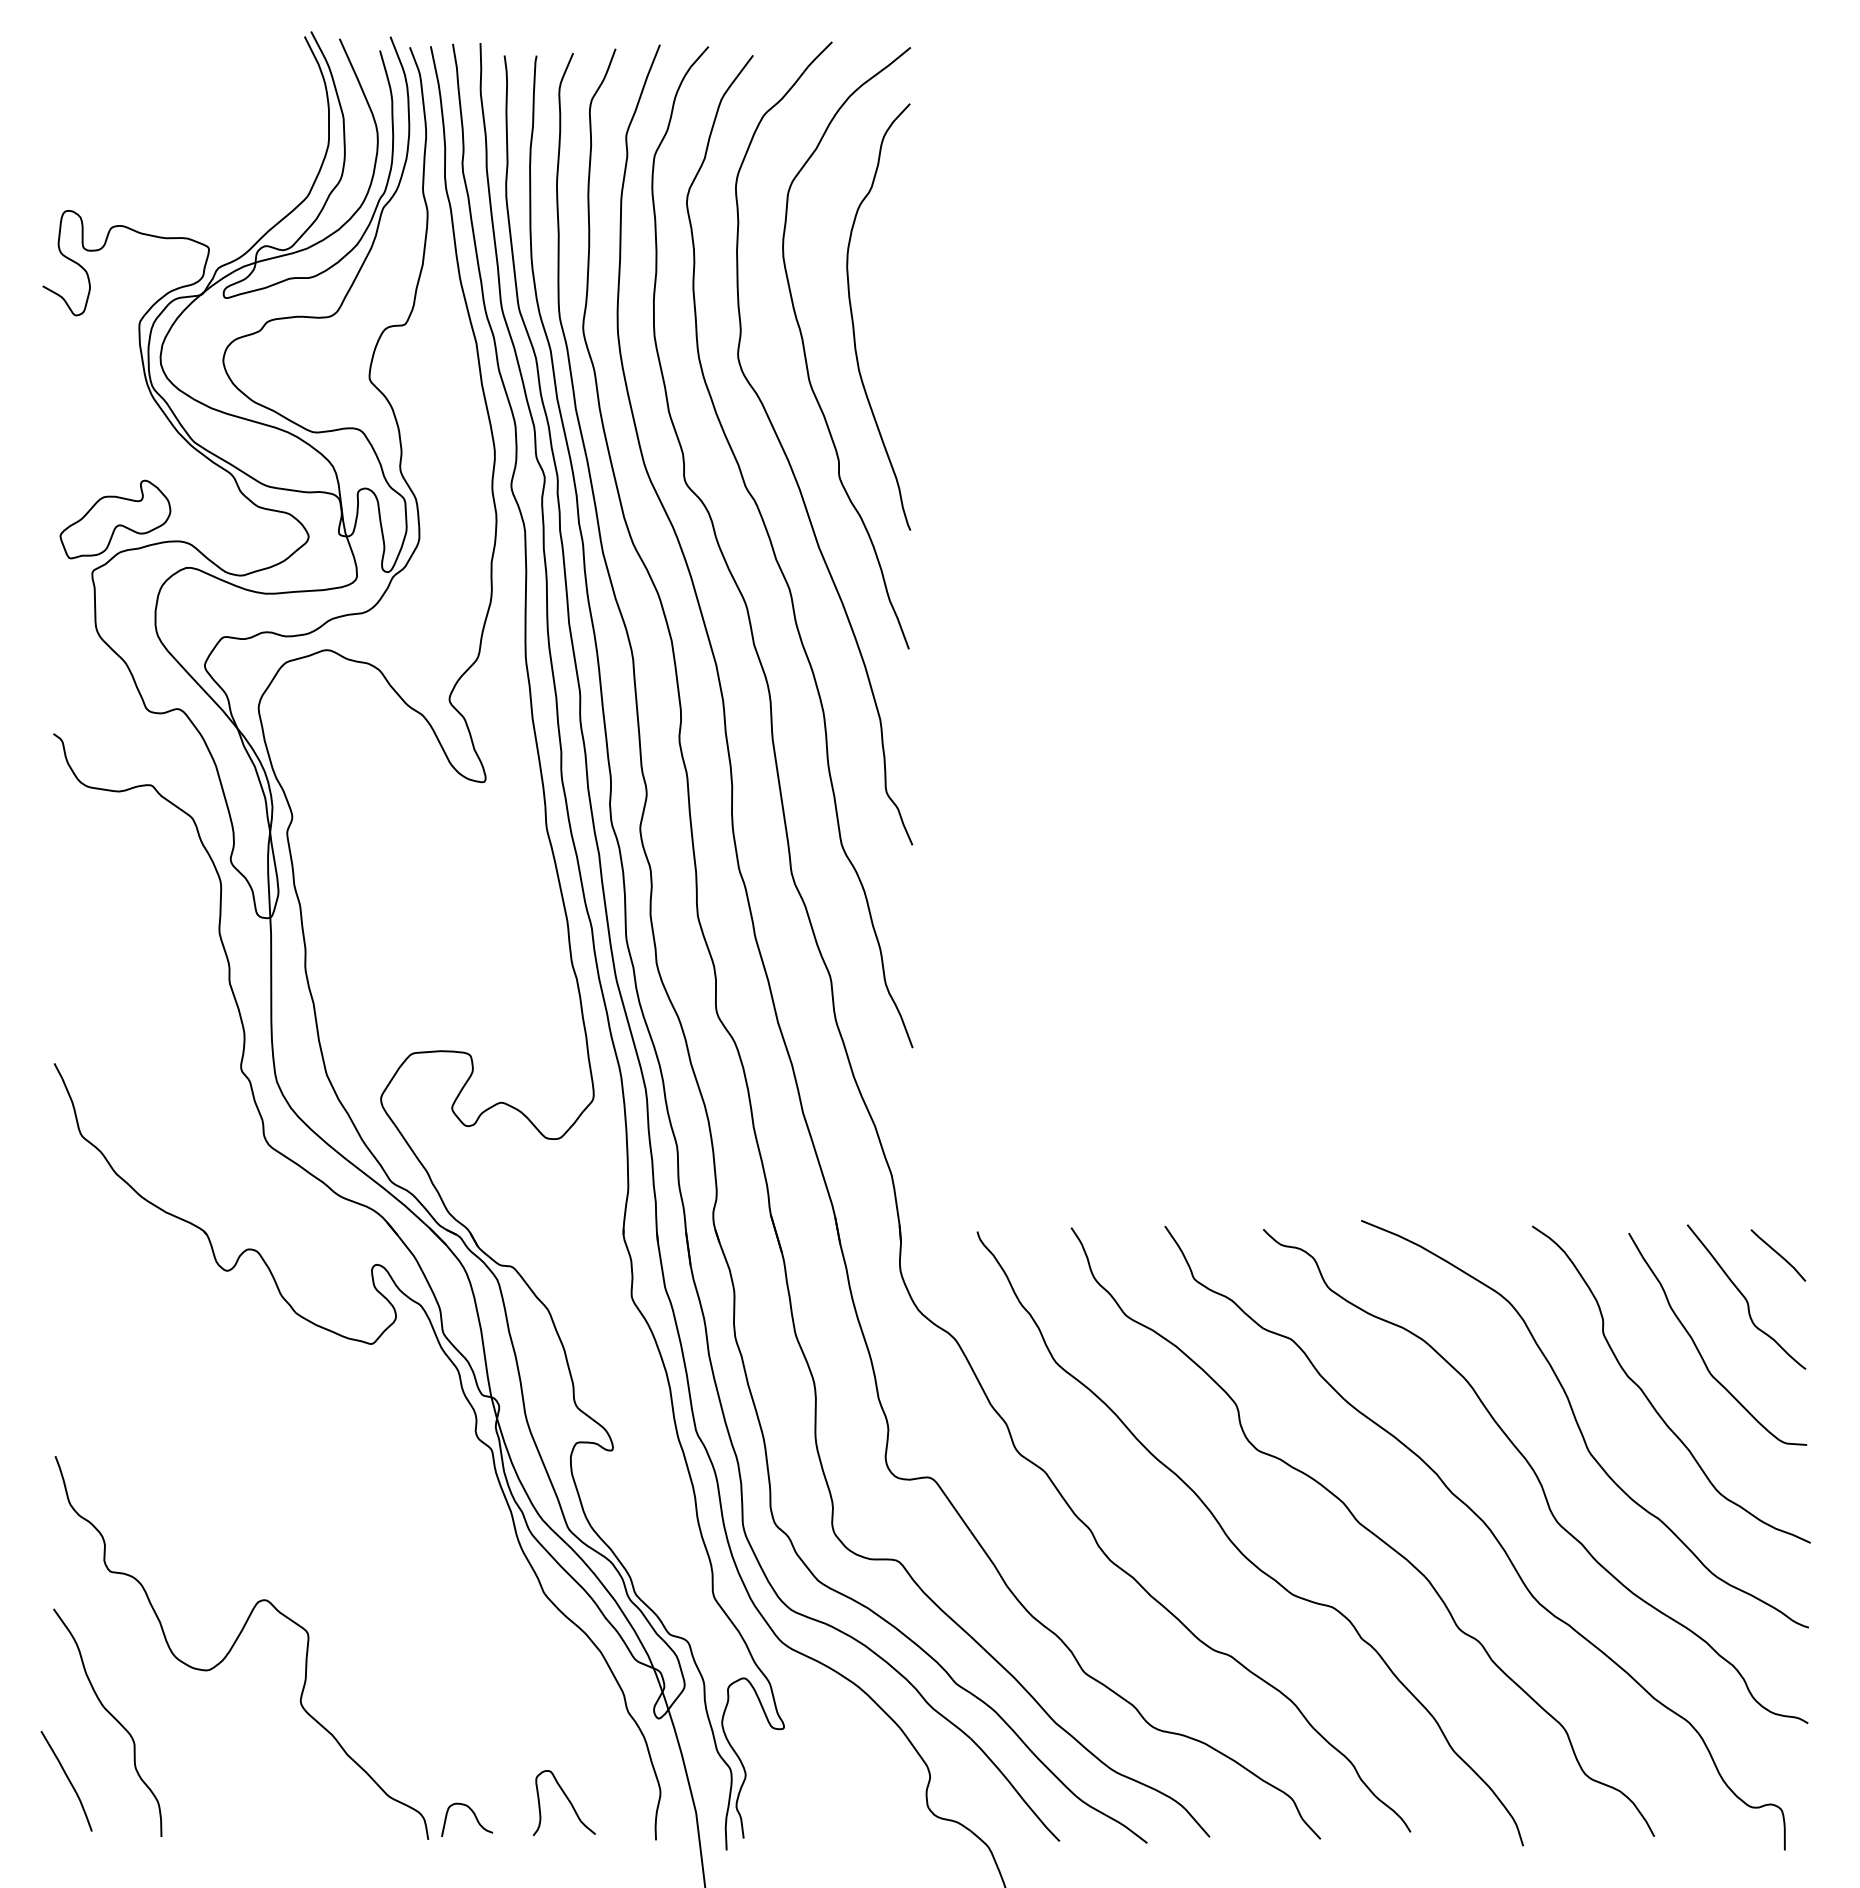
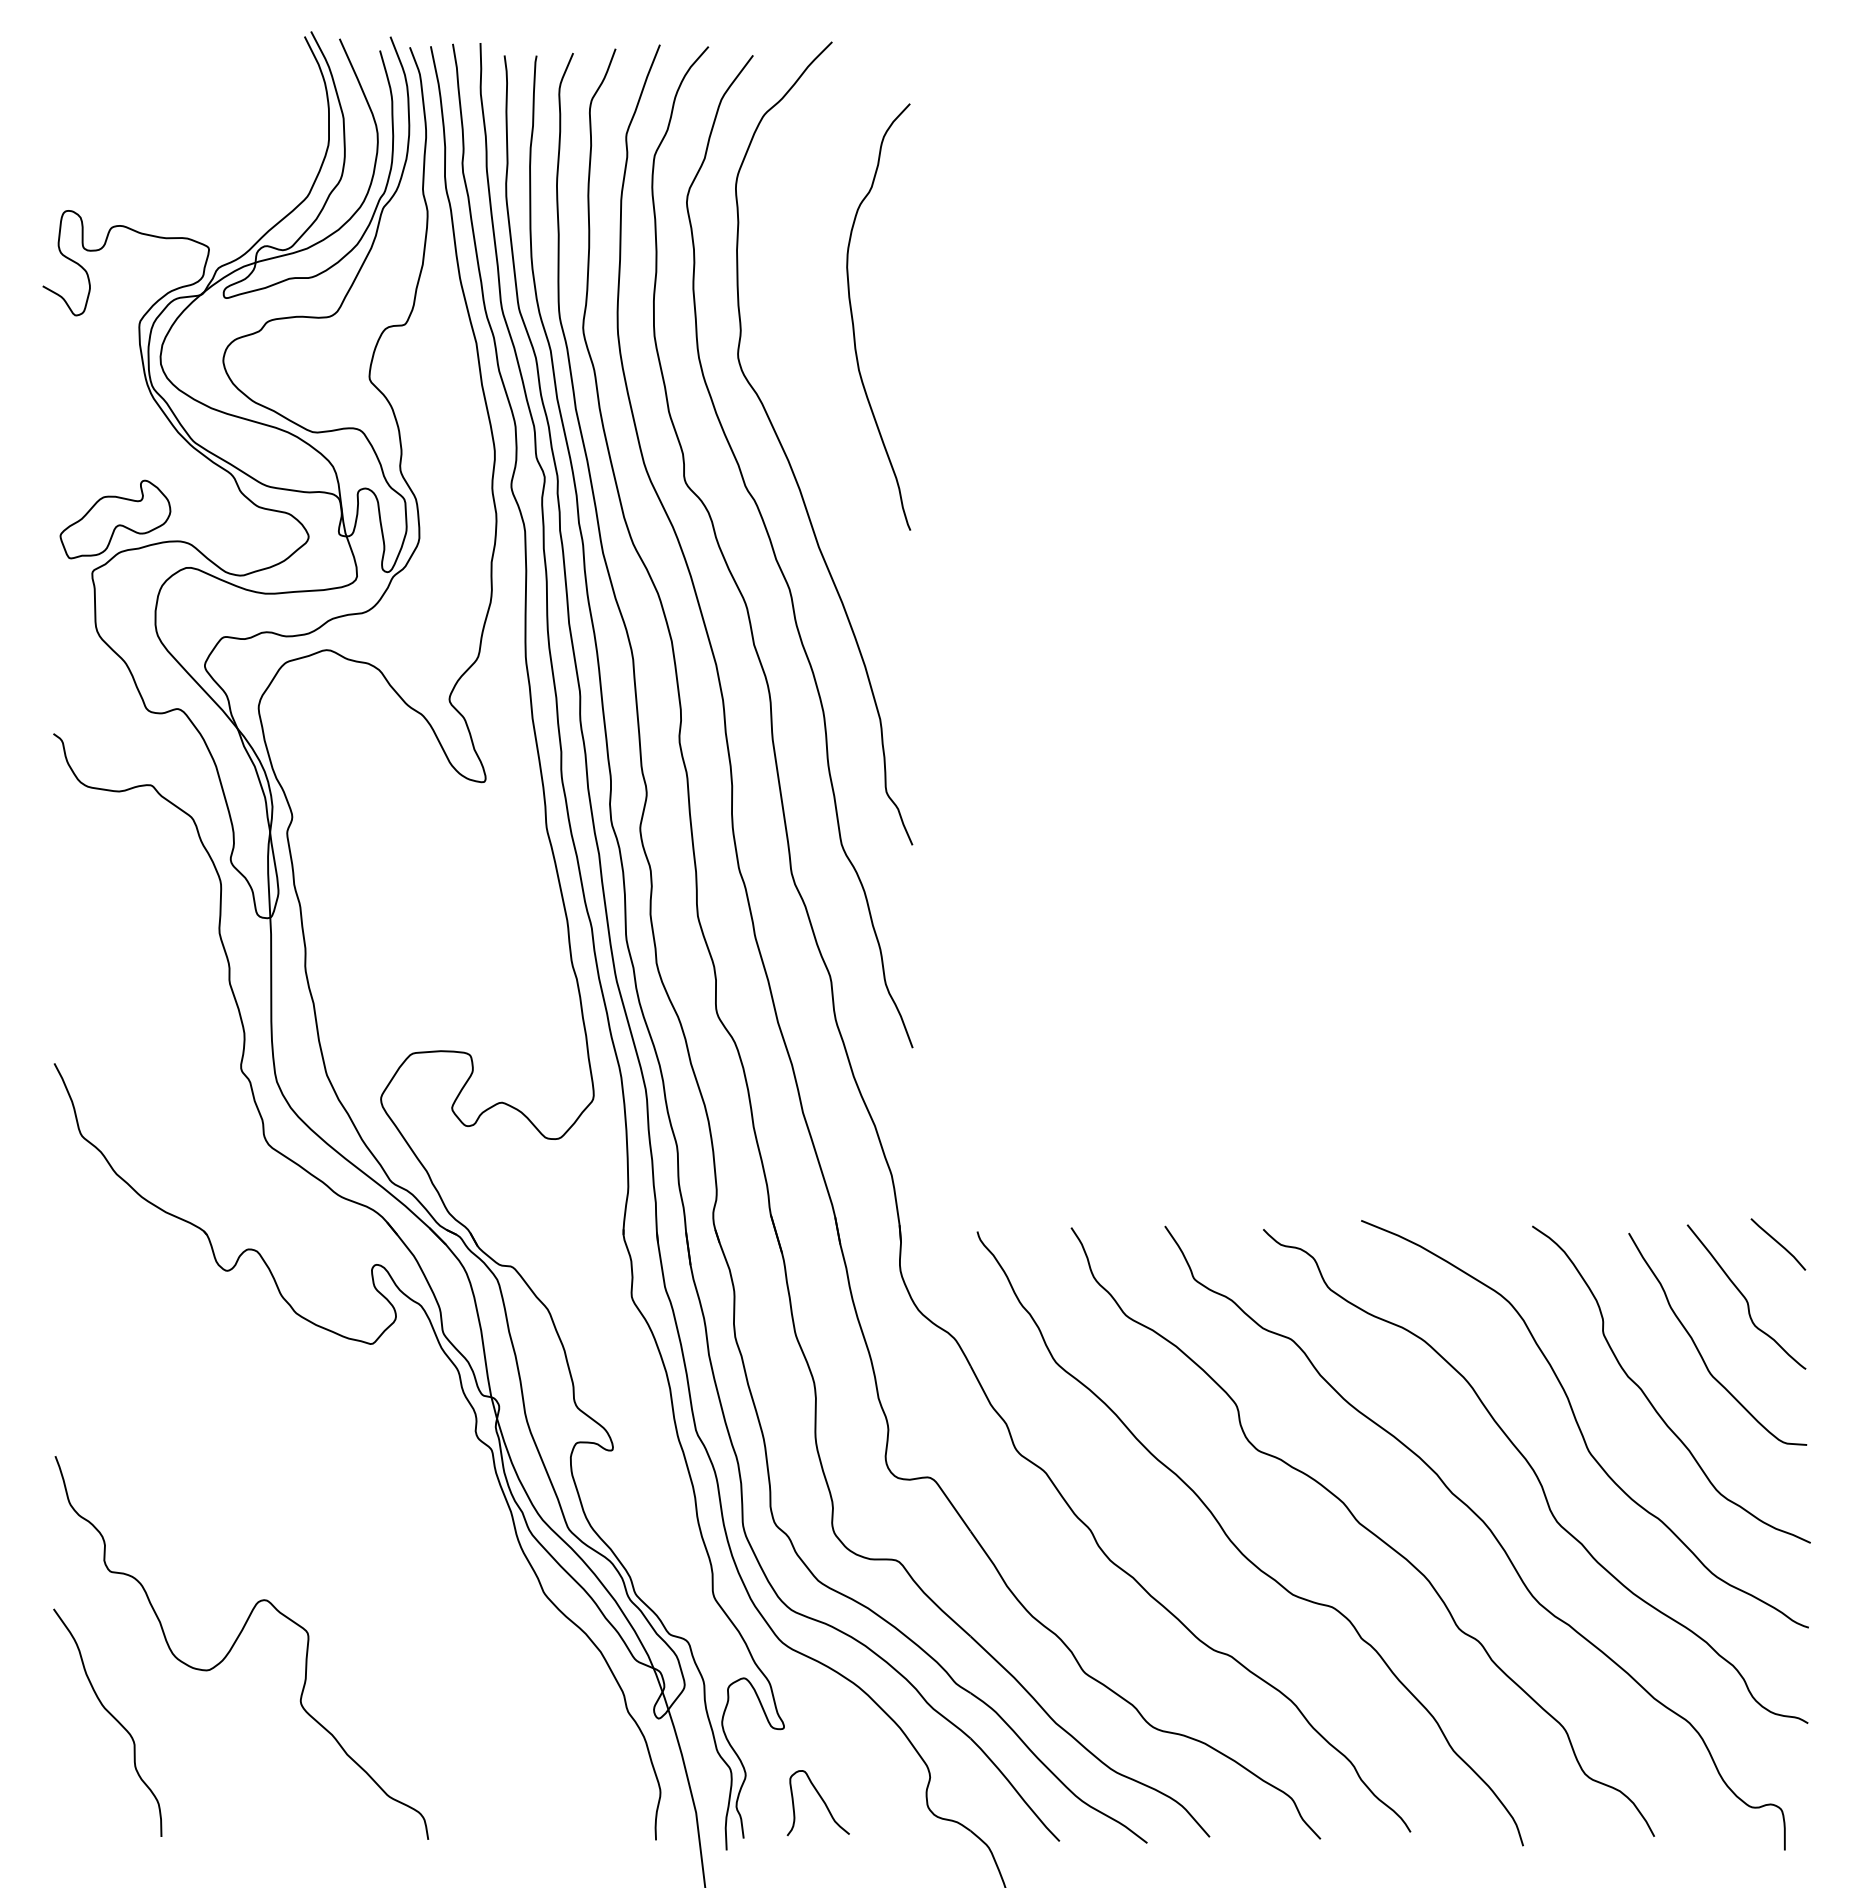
curve at (806, 356): present -> none
line at (1778, 1255) position: (1778, 1255) -> (1778, 1244)
curve at (68, 1781): present -> none
curve at (568, 1801) position: (568, 1801) -> (822, 1801)
curve at (474, 1816): present -> none
